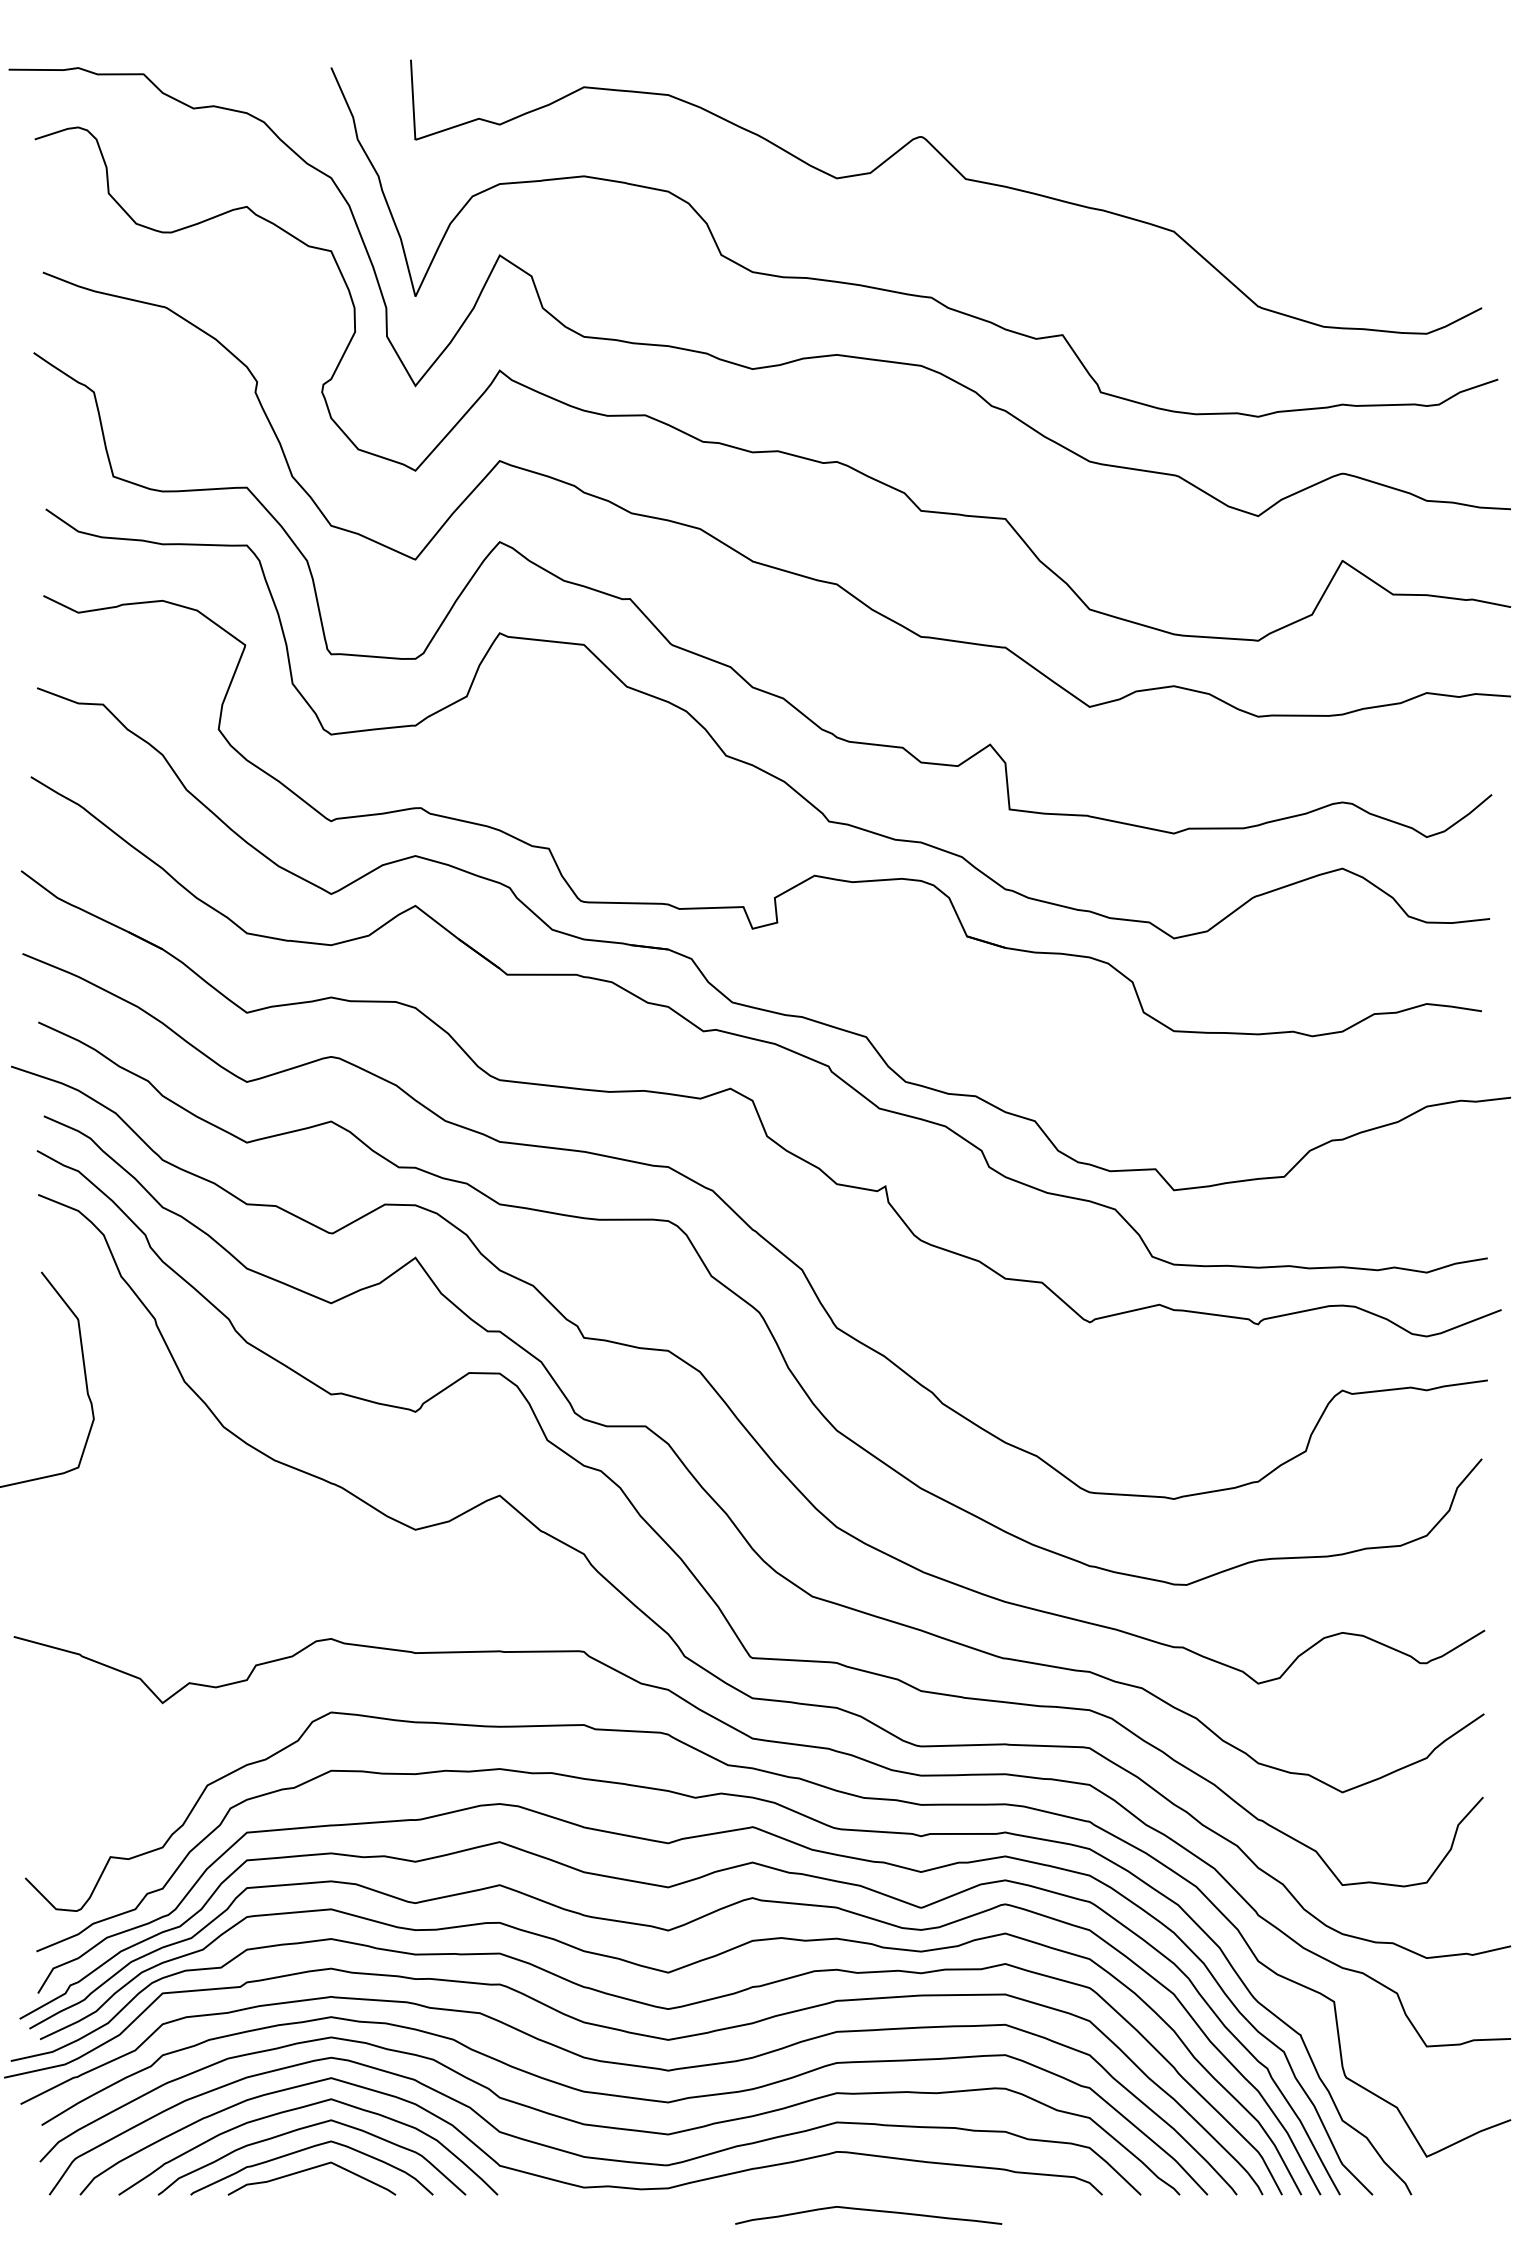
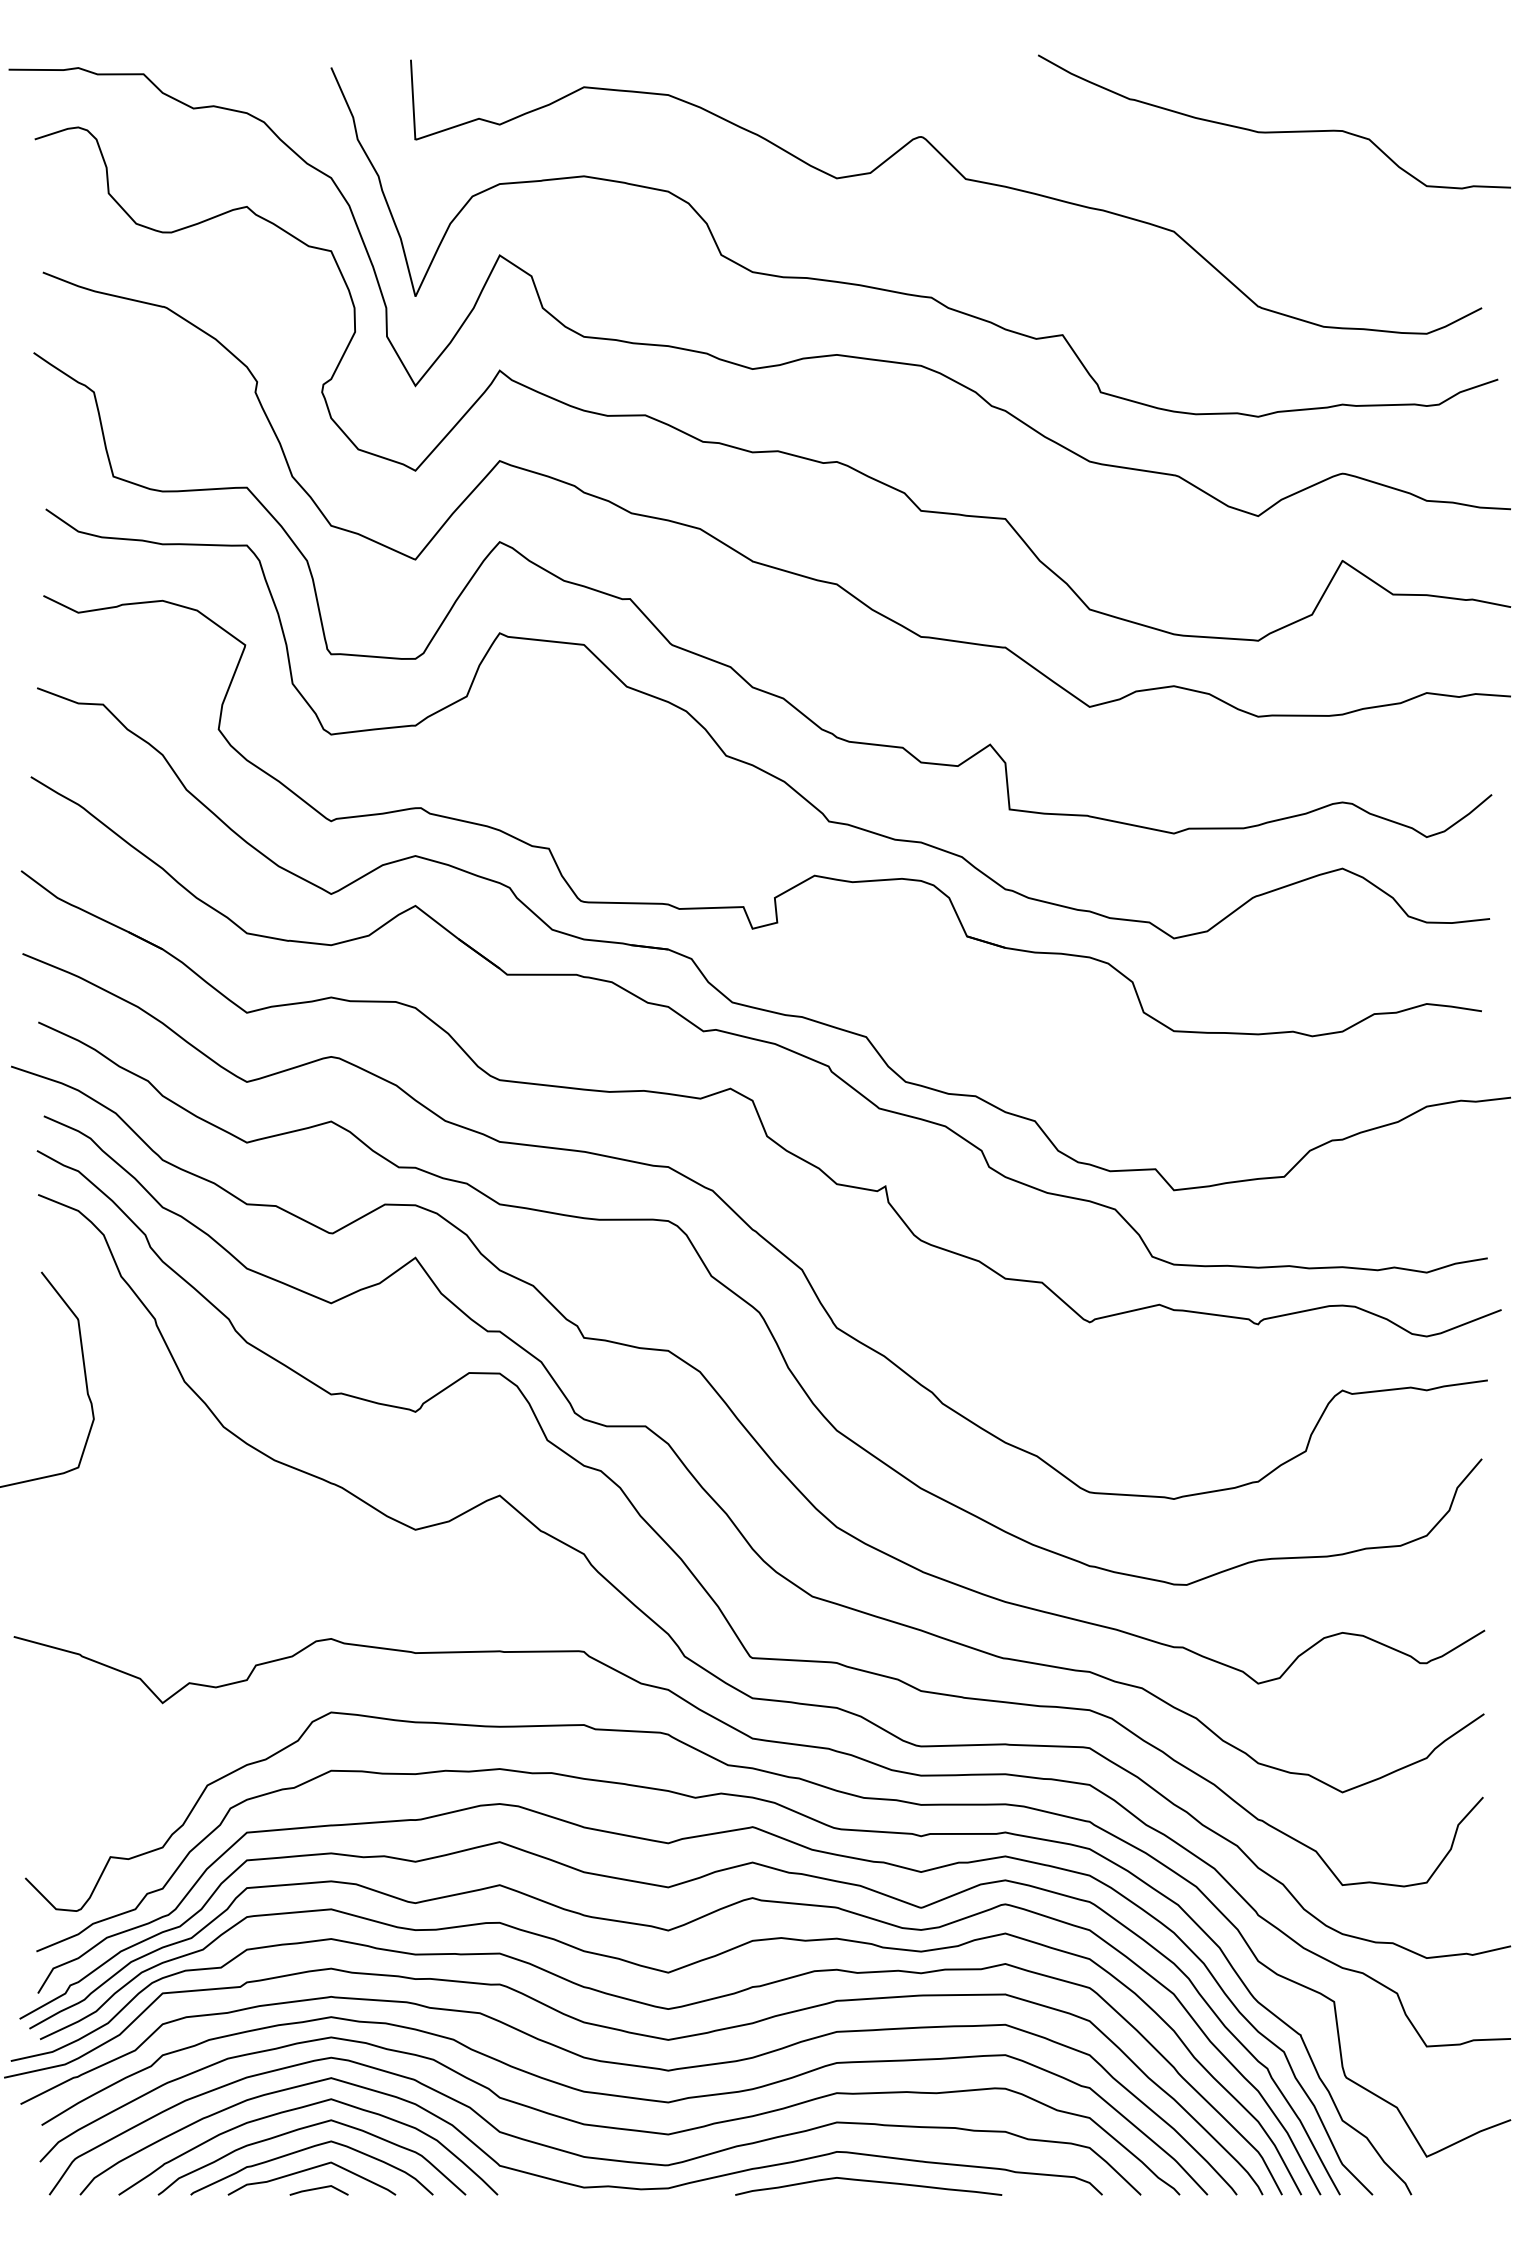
curve at (1274, 131): none -> present
line at (318, 2189): none -> present
curve at (870, 2211) position: (870, 2211) -> (870, 2182)
